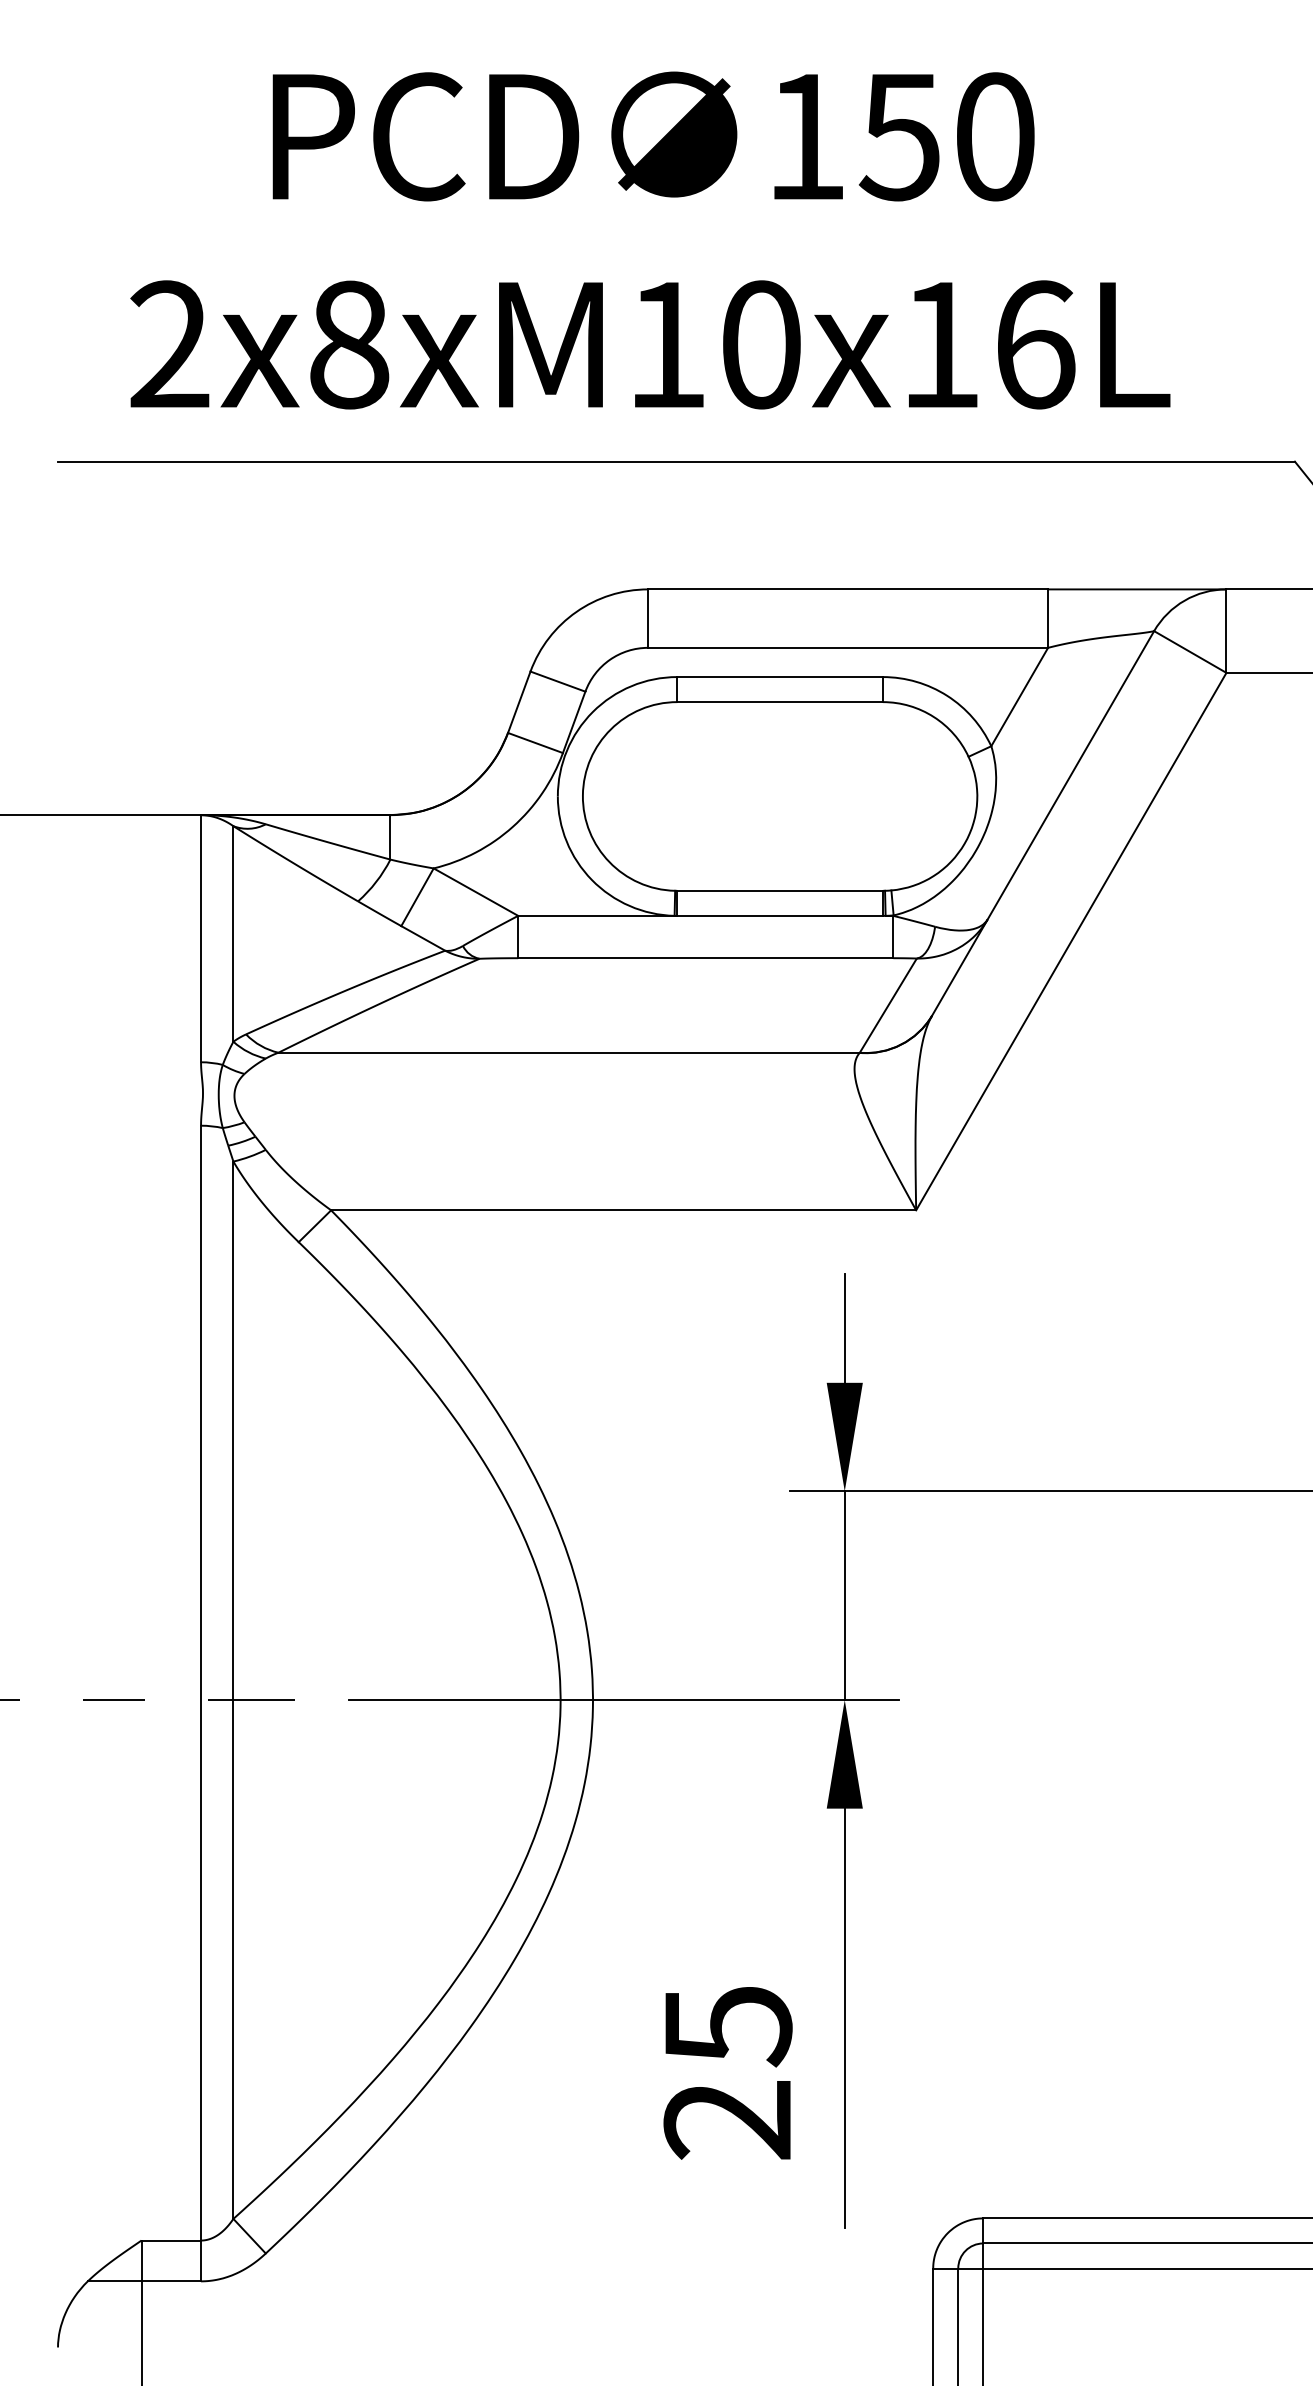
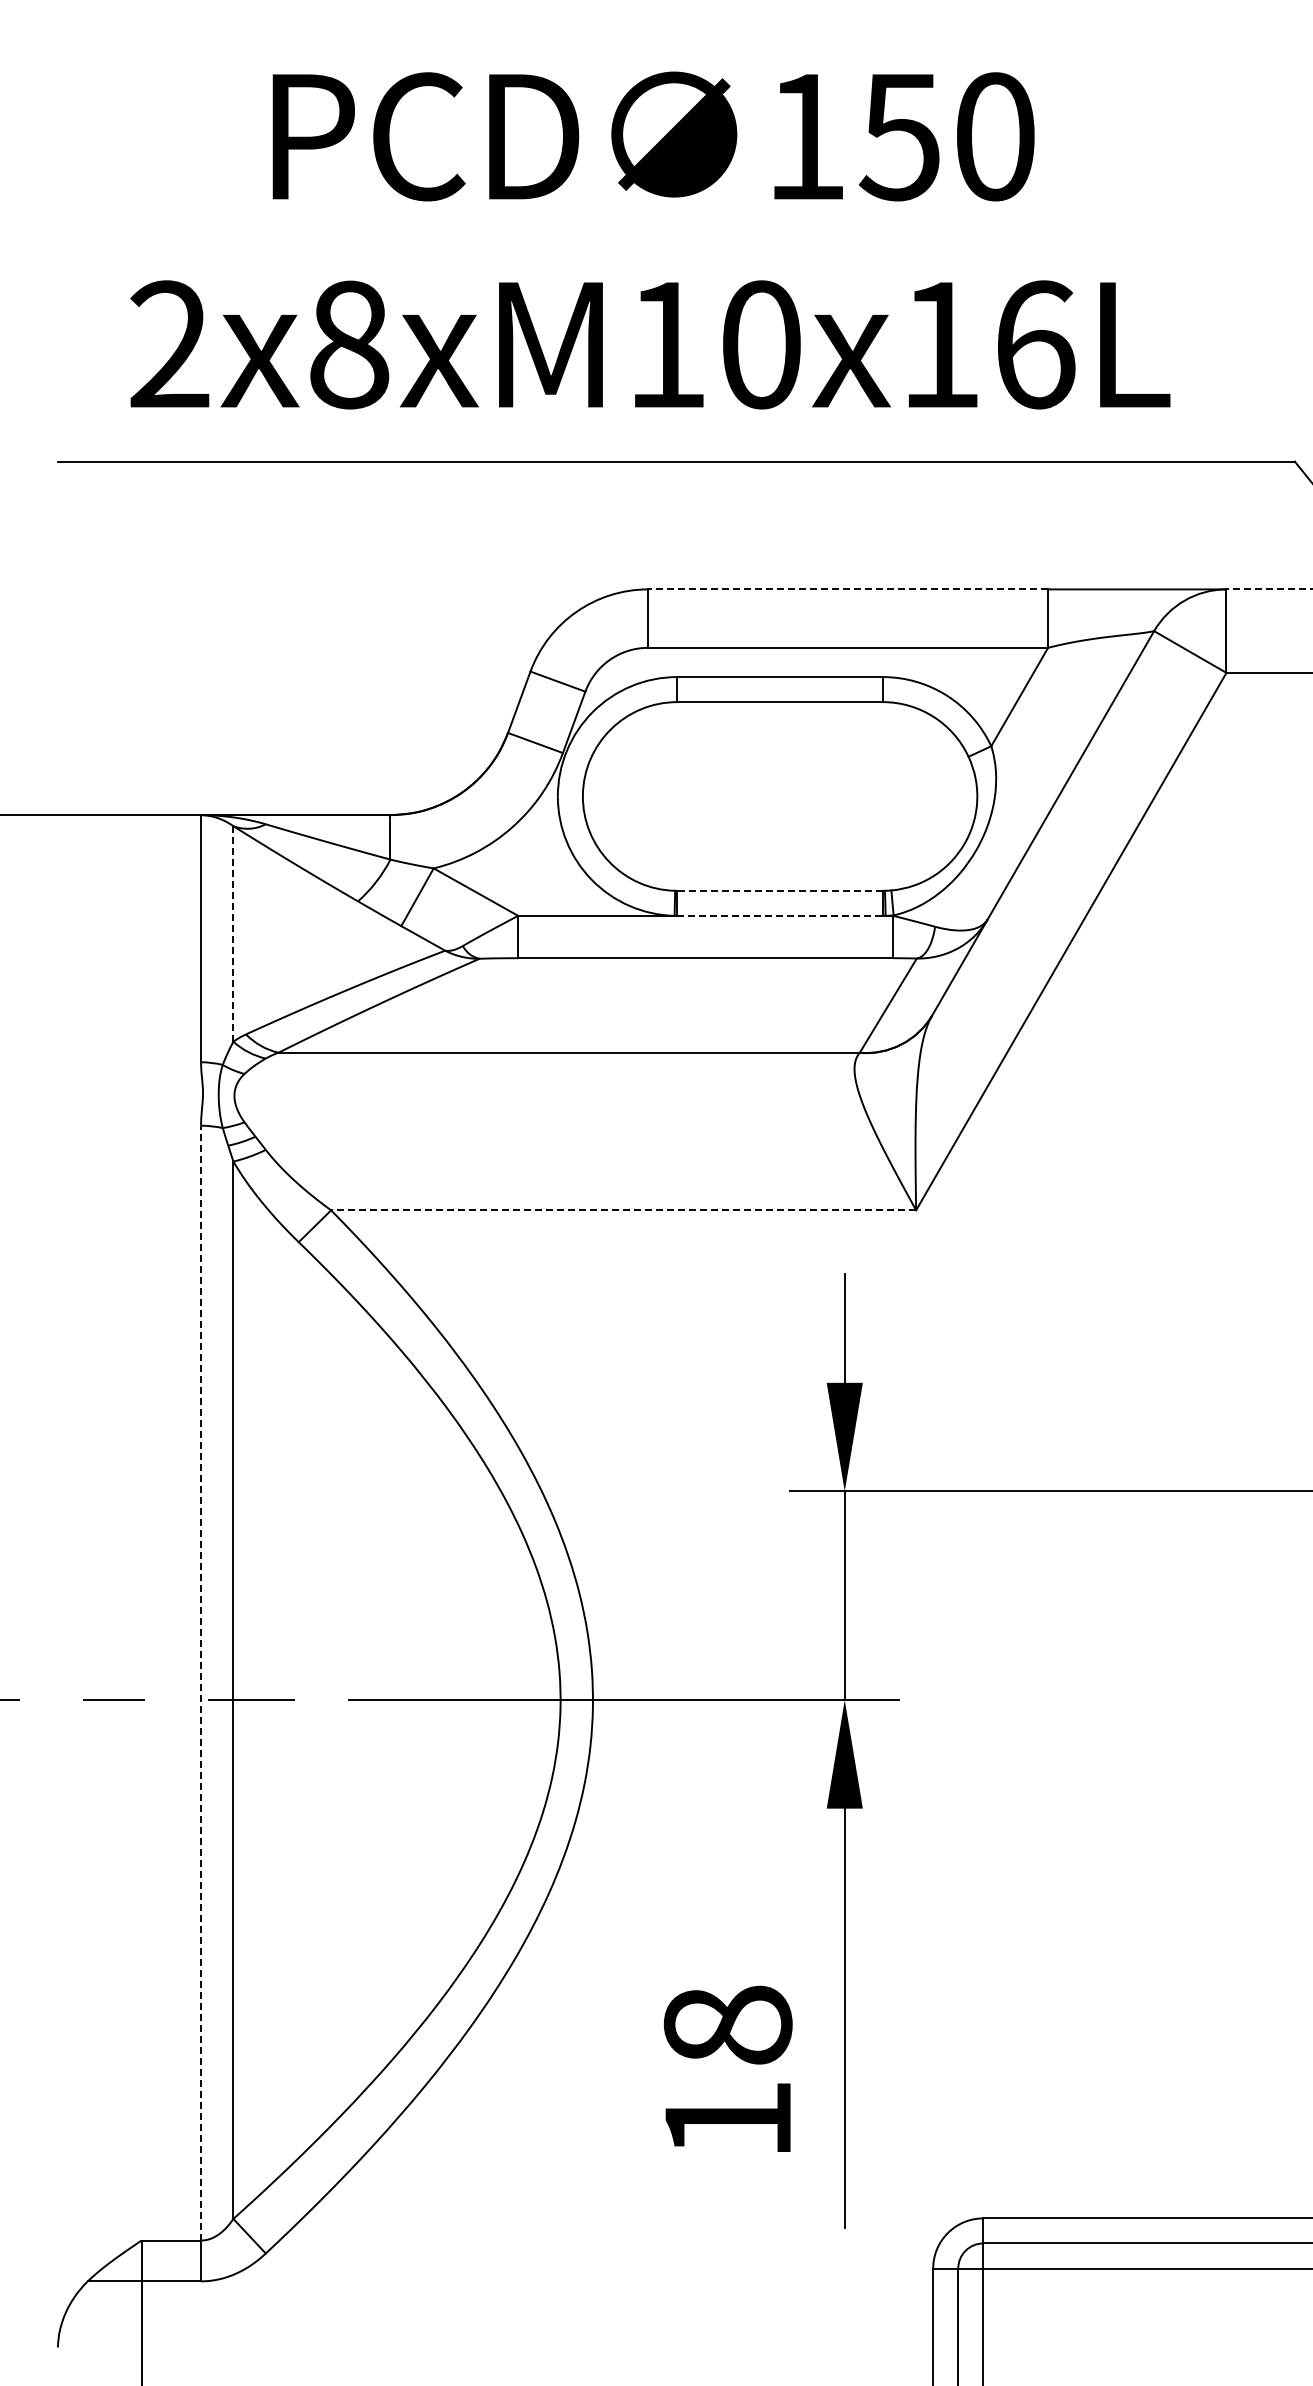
line at (848, 589): solid -> dashed
line at (1269, 589): solid -> dashed
line at (780, 890): solid -> dashed
line at (780, 915): solid -> dashed
line at (233, 933): solid -> dashed
line at (623, 1210): solid -> dashed
line at (201, 1682): solid -> dashed
text at (727, 2072): 25 -> 18
